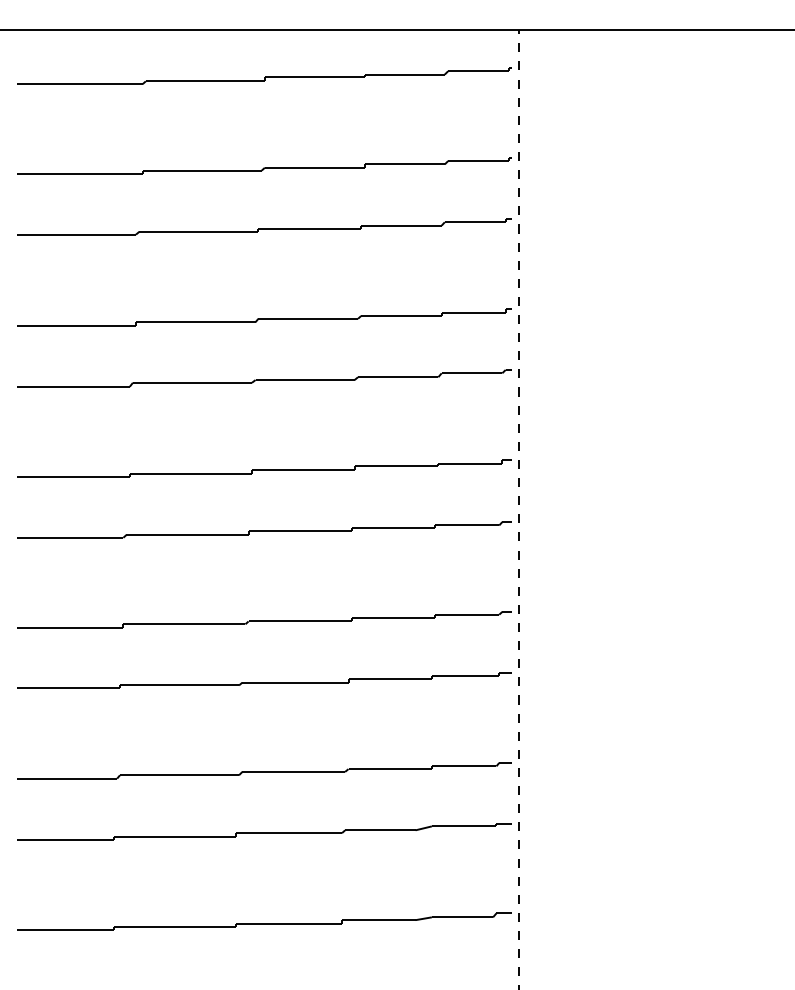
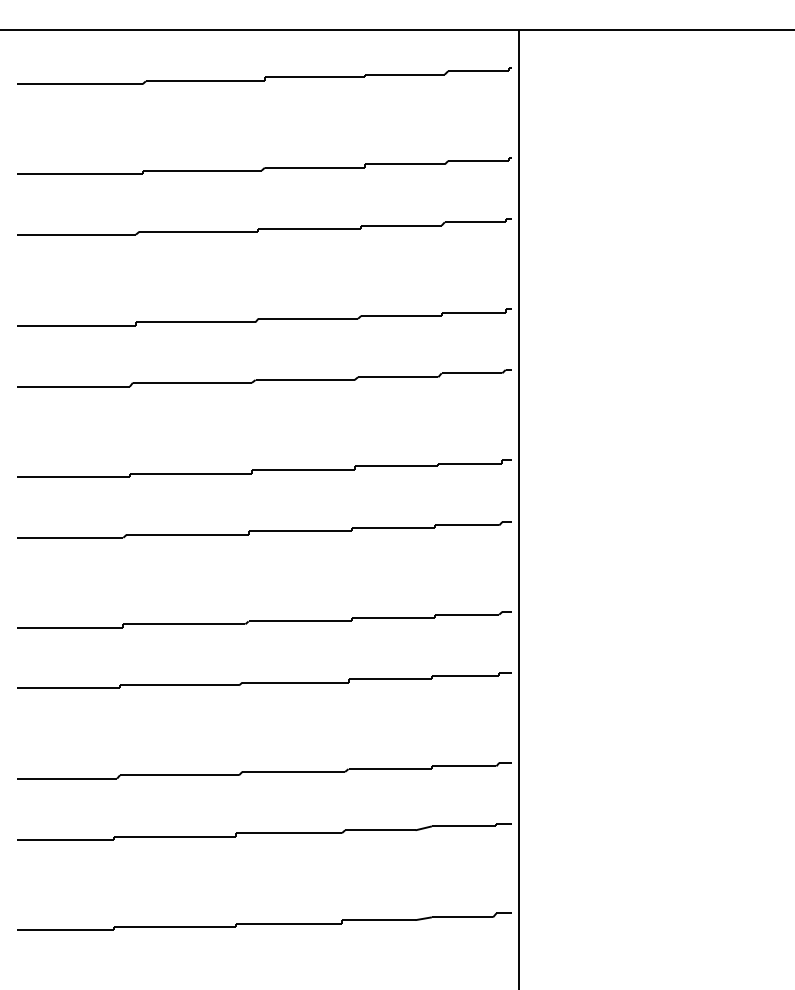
line at (518, 509): dashed -> solid
